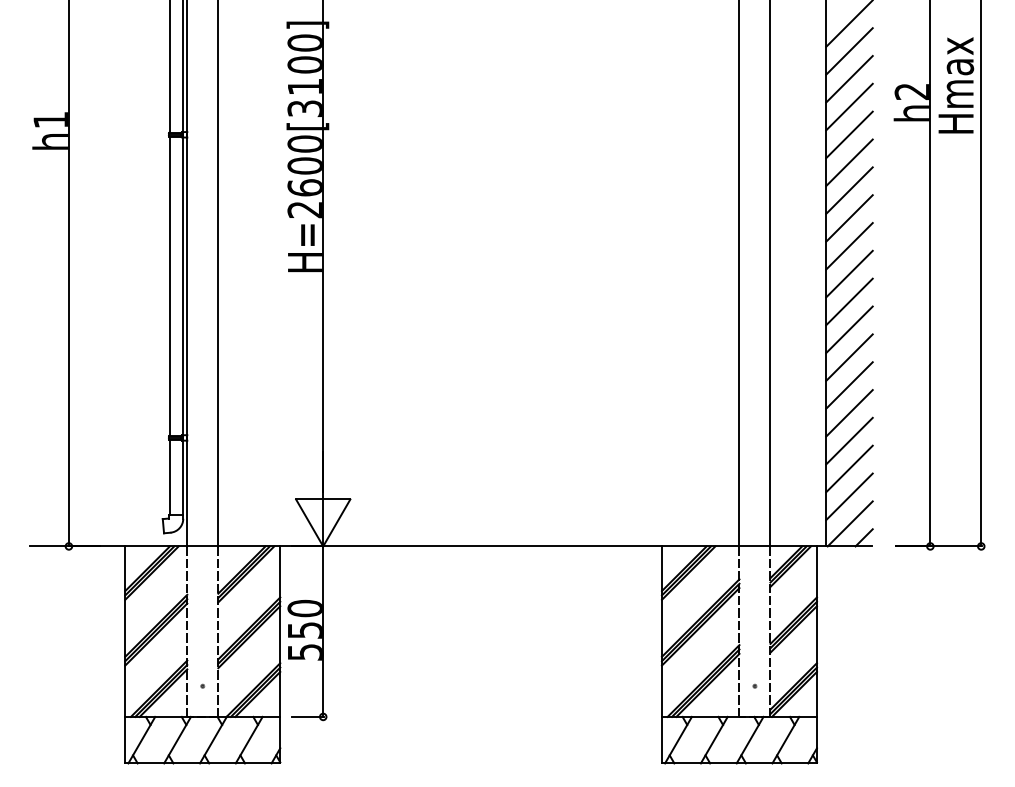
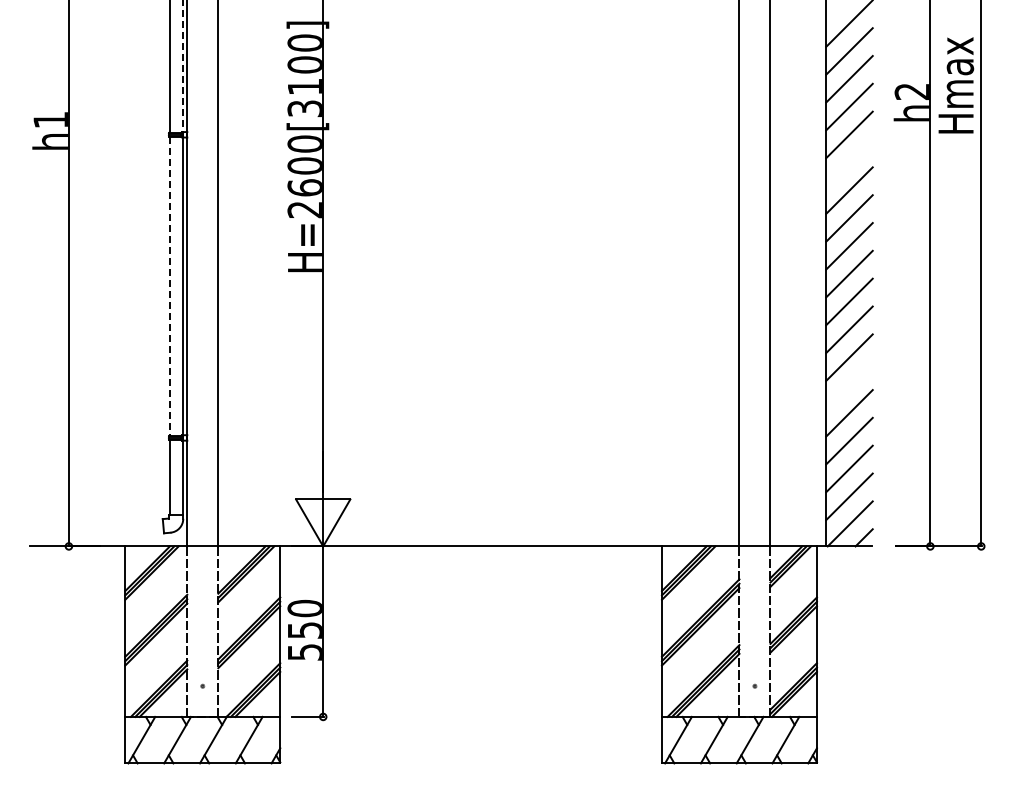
line at (182, 66): solid -> dashed
line at (849, 162): present -> none
line at (169, 286): solid -> dashed
line at (849, 385): present -> none
